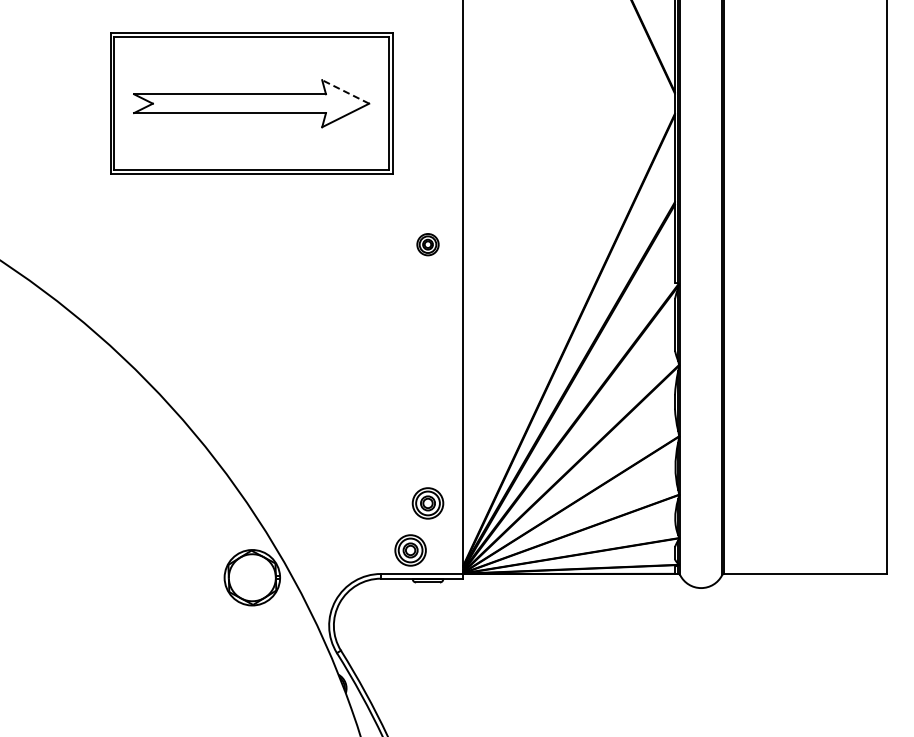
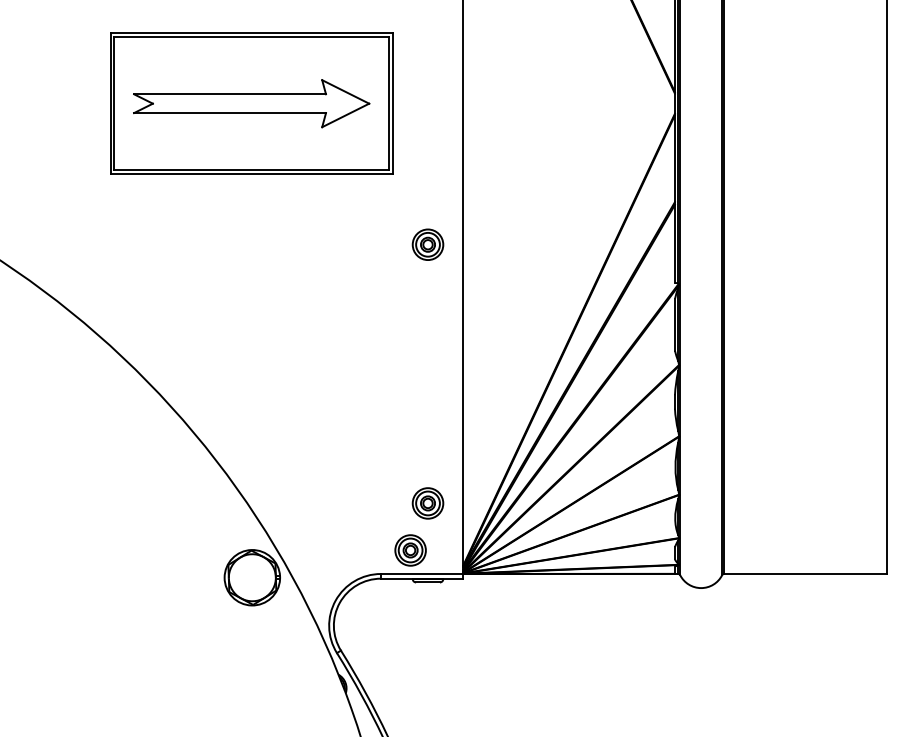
line at (345, 91): dashed -> solid
part at (427, 244) size: 24x24 px -> 34x33 px
